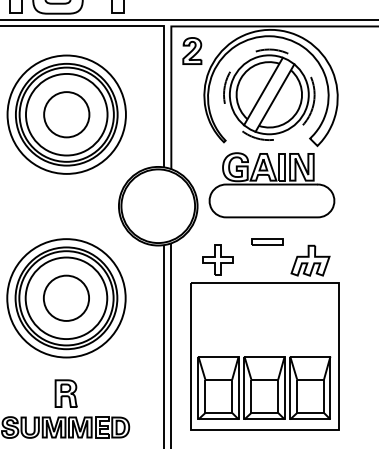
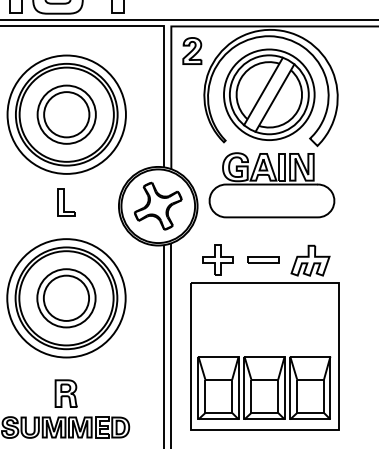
circle at (269, 94): dashed -> solid
circle at (66, 114) diameter: 82 px -> 58 px
part at (66, 202): none -> present
part at (158, 205): none -> present
part at (267, 241) position: (267, 241) -> (263, 259)
circle at (66, 298) diameter: 82 px -> 58 px
